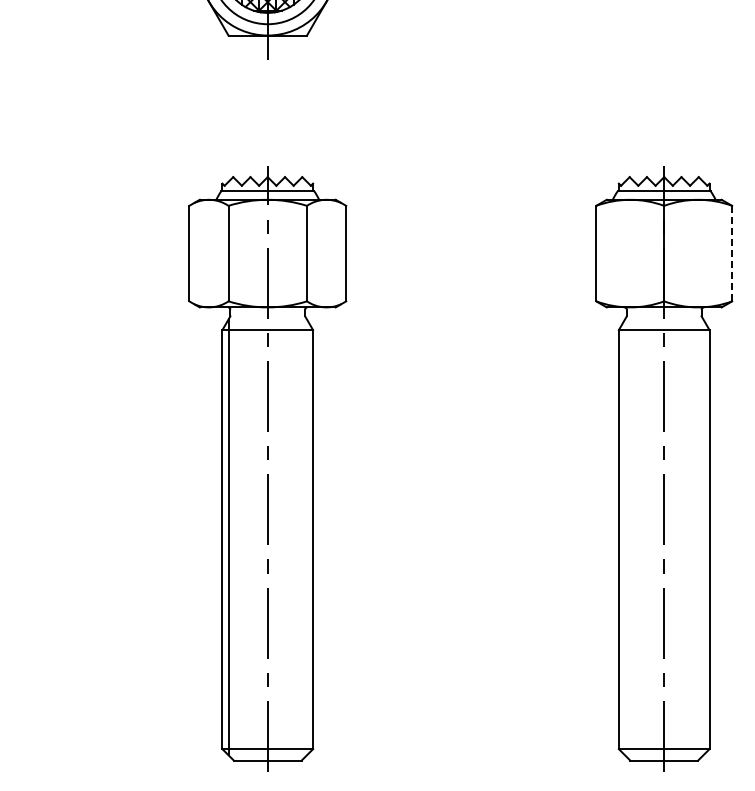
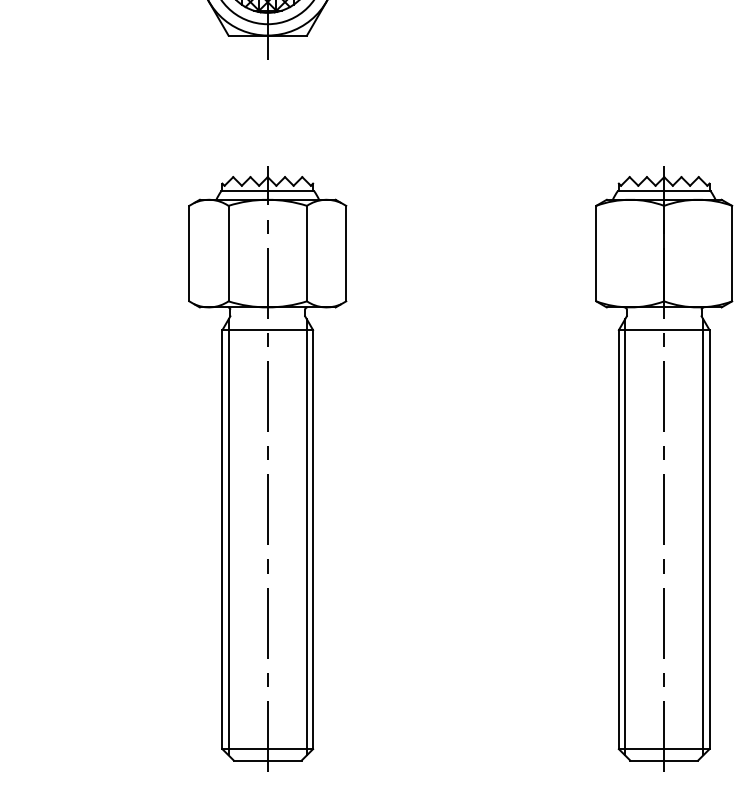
line at (732, 253): dashed -> solid
line at (306, 537): none -> present
line at (625, 537): none -> present
line at (703, 537): none -> present
